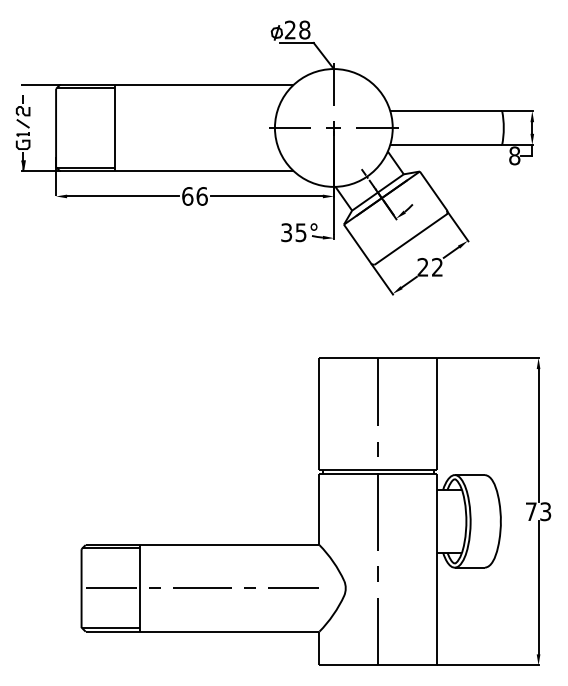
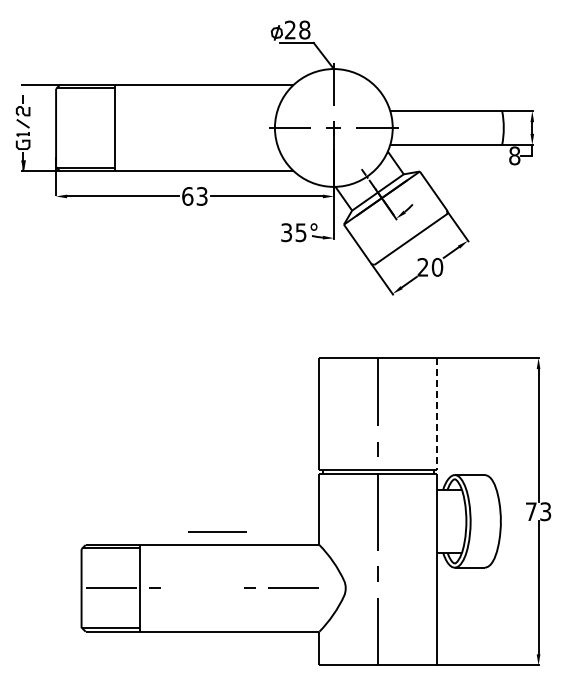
text at (201, 196): 66 -> 63
text at (437, 267): 22 -> 20
line at (437, 413): solid -> dashed
line at (202, 587) position: (202, 587) -> (217, 531)
